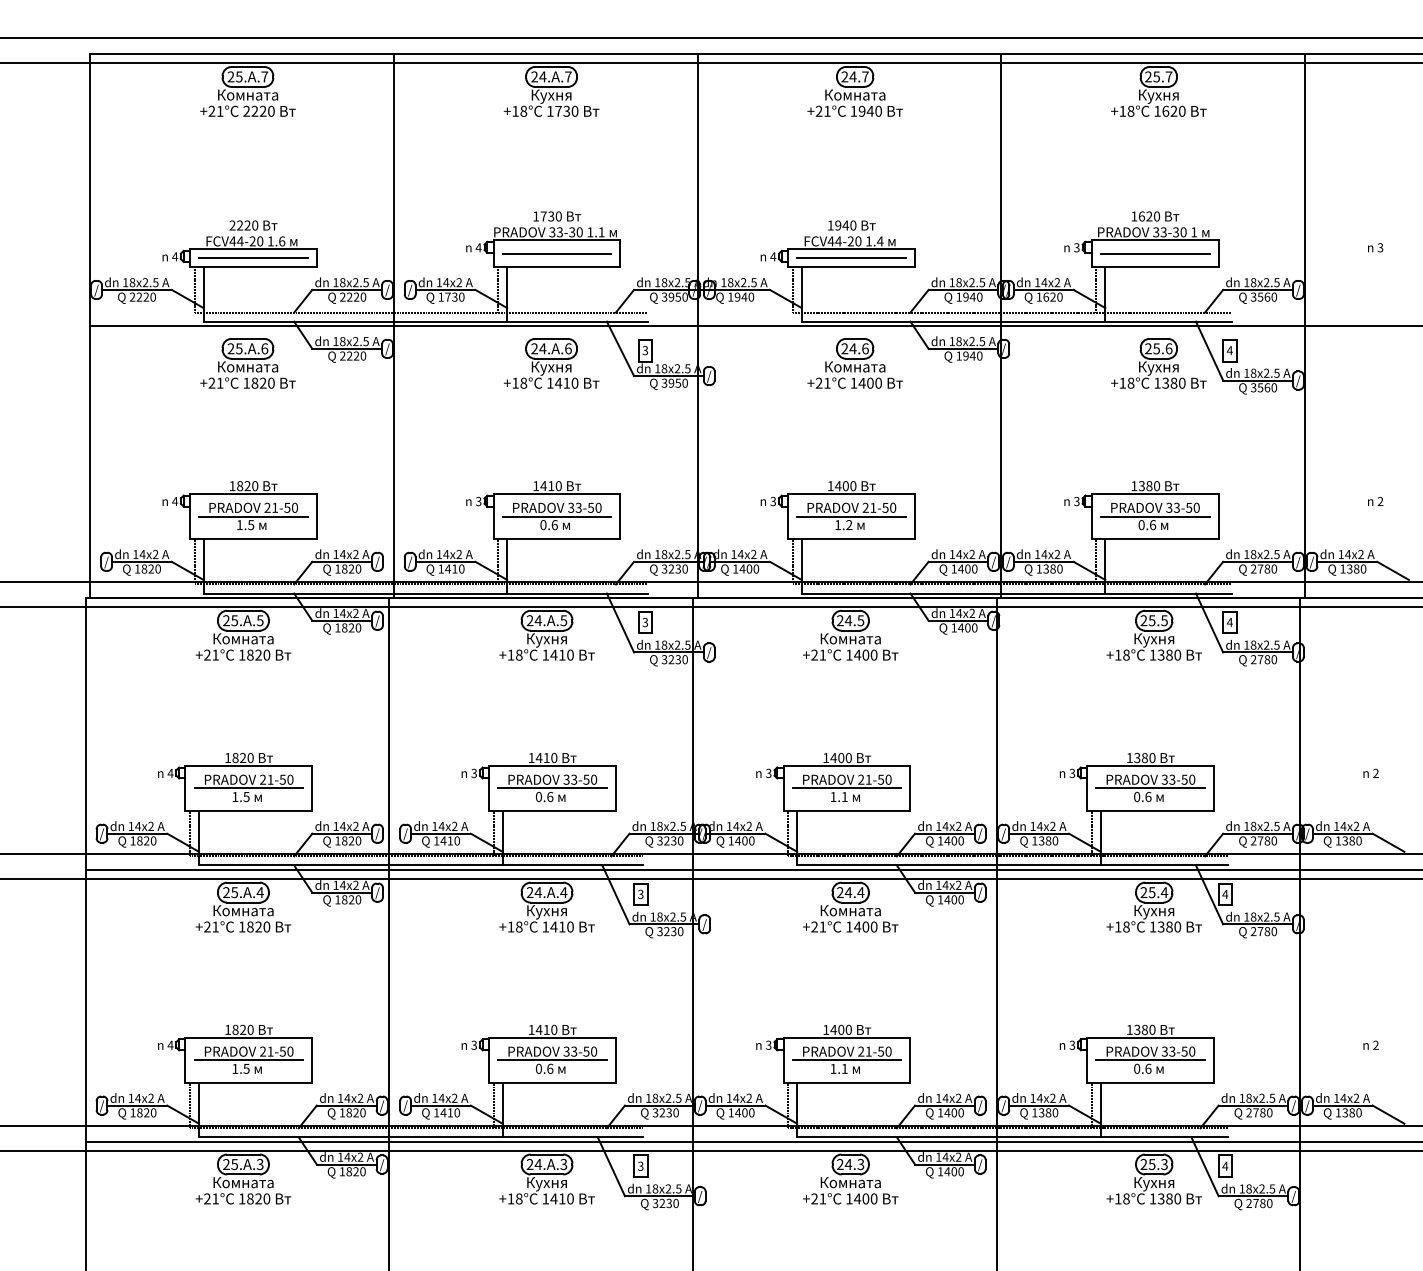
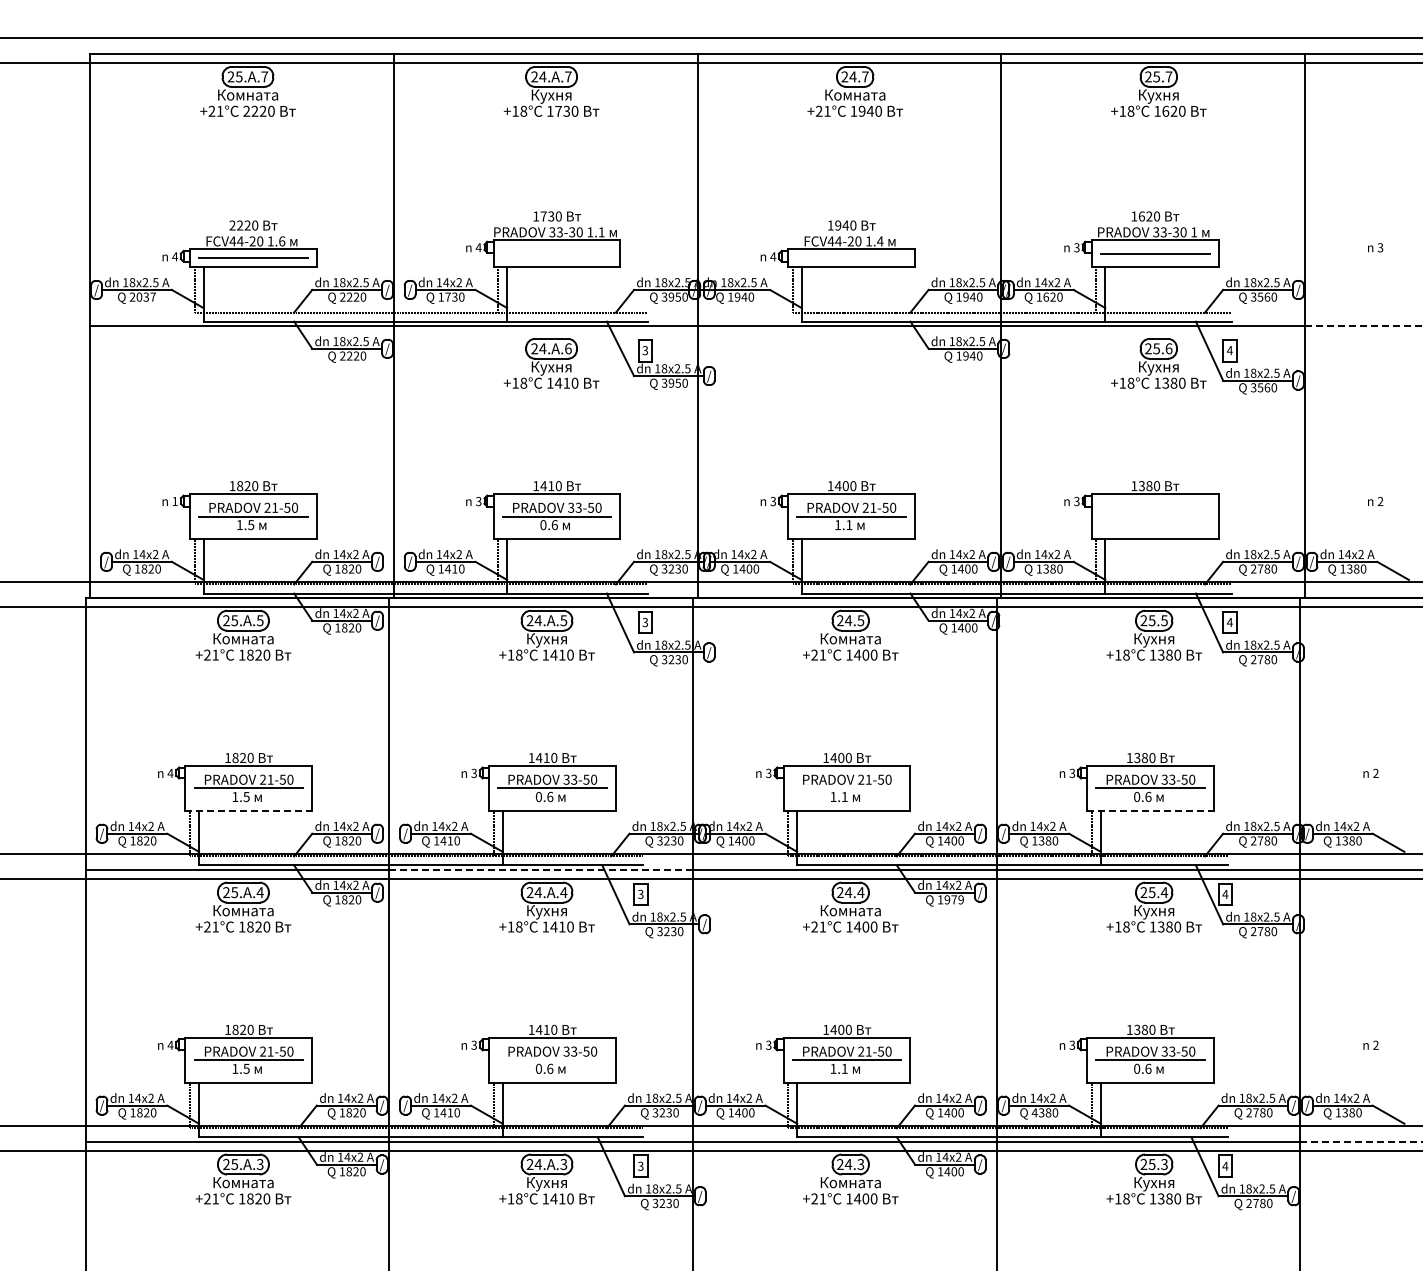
line at (556, 253): present -> none
line at (851, 258): present -> none
text at (145, 296): 2220 -> 2037
line at (1363, 326): solid -> dashed
part at (247, 363): present -> none
part at (854, 363): present -> none
text at (175, 501): 4 -> 1
part at (1155, 516): present -> none
text at (849, 524): 1.2 -> 1.1
line at (846, 788): present -> none
line at (249, 811): solid -> dashed
line at (1151, 811): solid -> dashed
line at (541, 869): solid -> dashed
text at (953, 899): 1400 -> 1979
line at (552, 1060): present -> none
text at (1034, 1112): 1380 -> 4380
line at (1361, 1141): solid -> dashed
